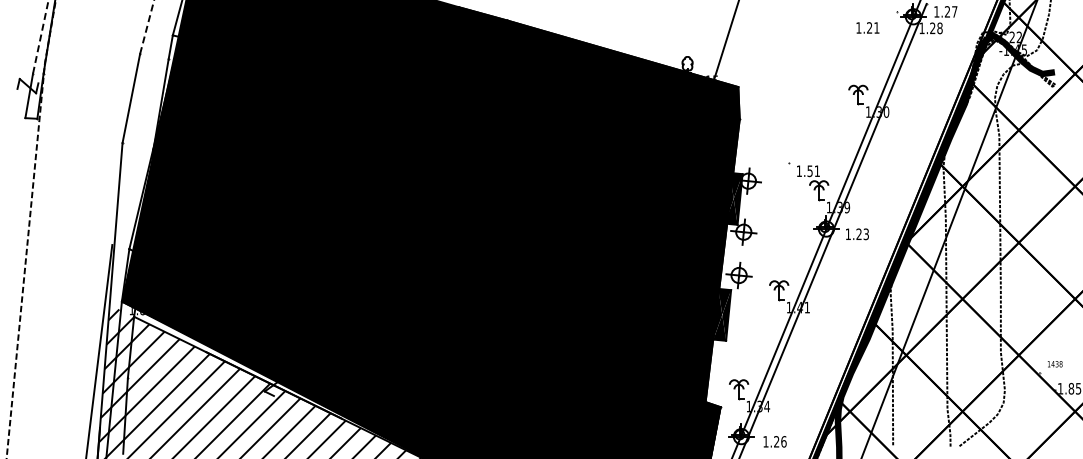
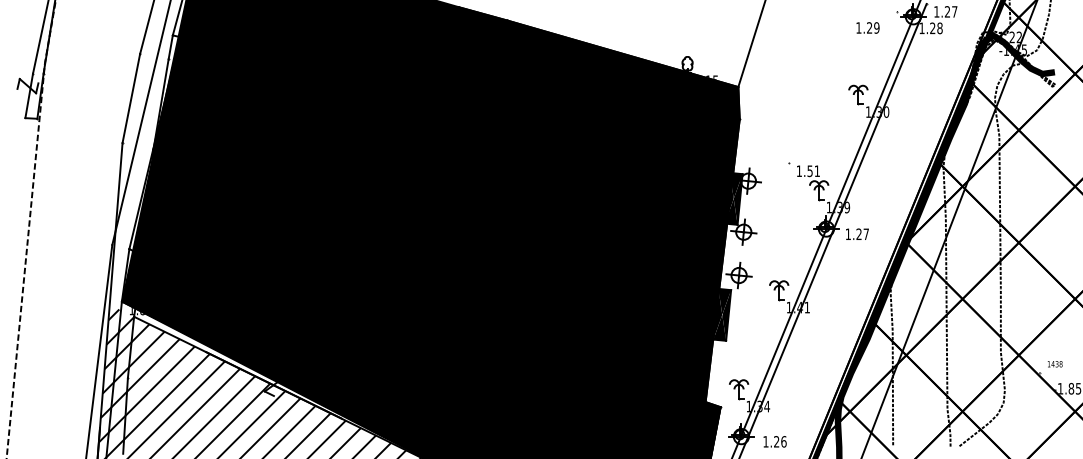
line at (147, 26): dashed -> solid
text at (876, 27): 1.21 -> 1.29
line at (40, 36): dashed -> solid
line at (726, 40) position: (726, 40) -> (751, 44)
line at (141, 123): none -> present
text at (865, 234): 1.23 -> 1.27
